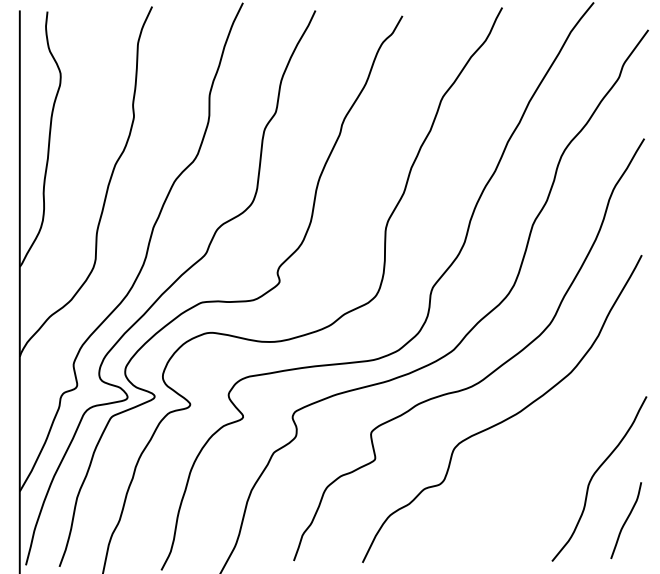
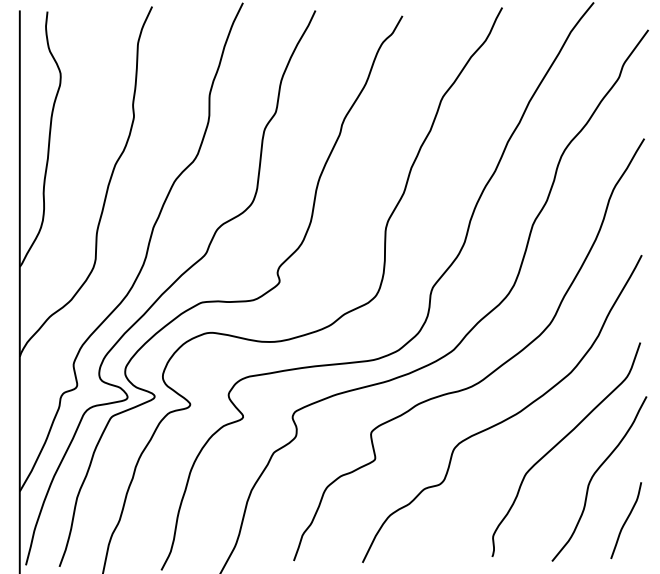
curve at (559, 443): none -> present
